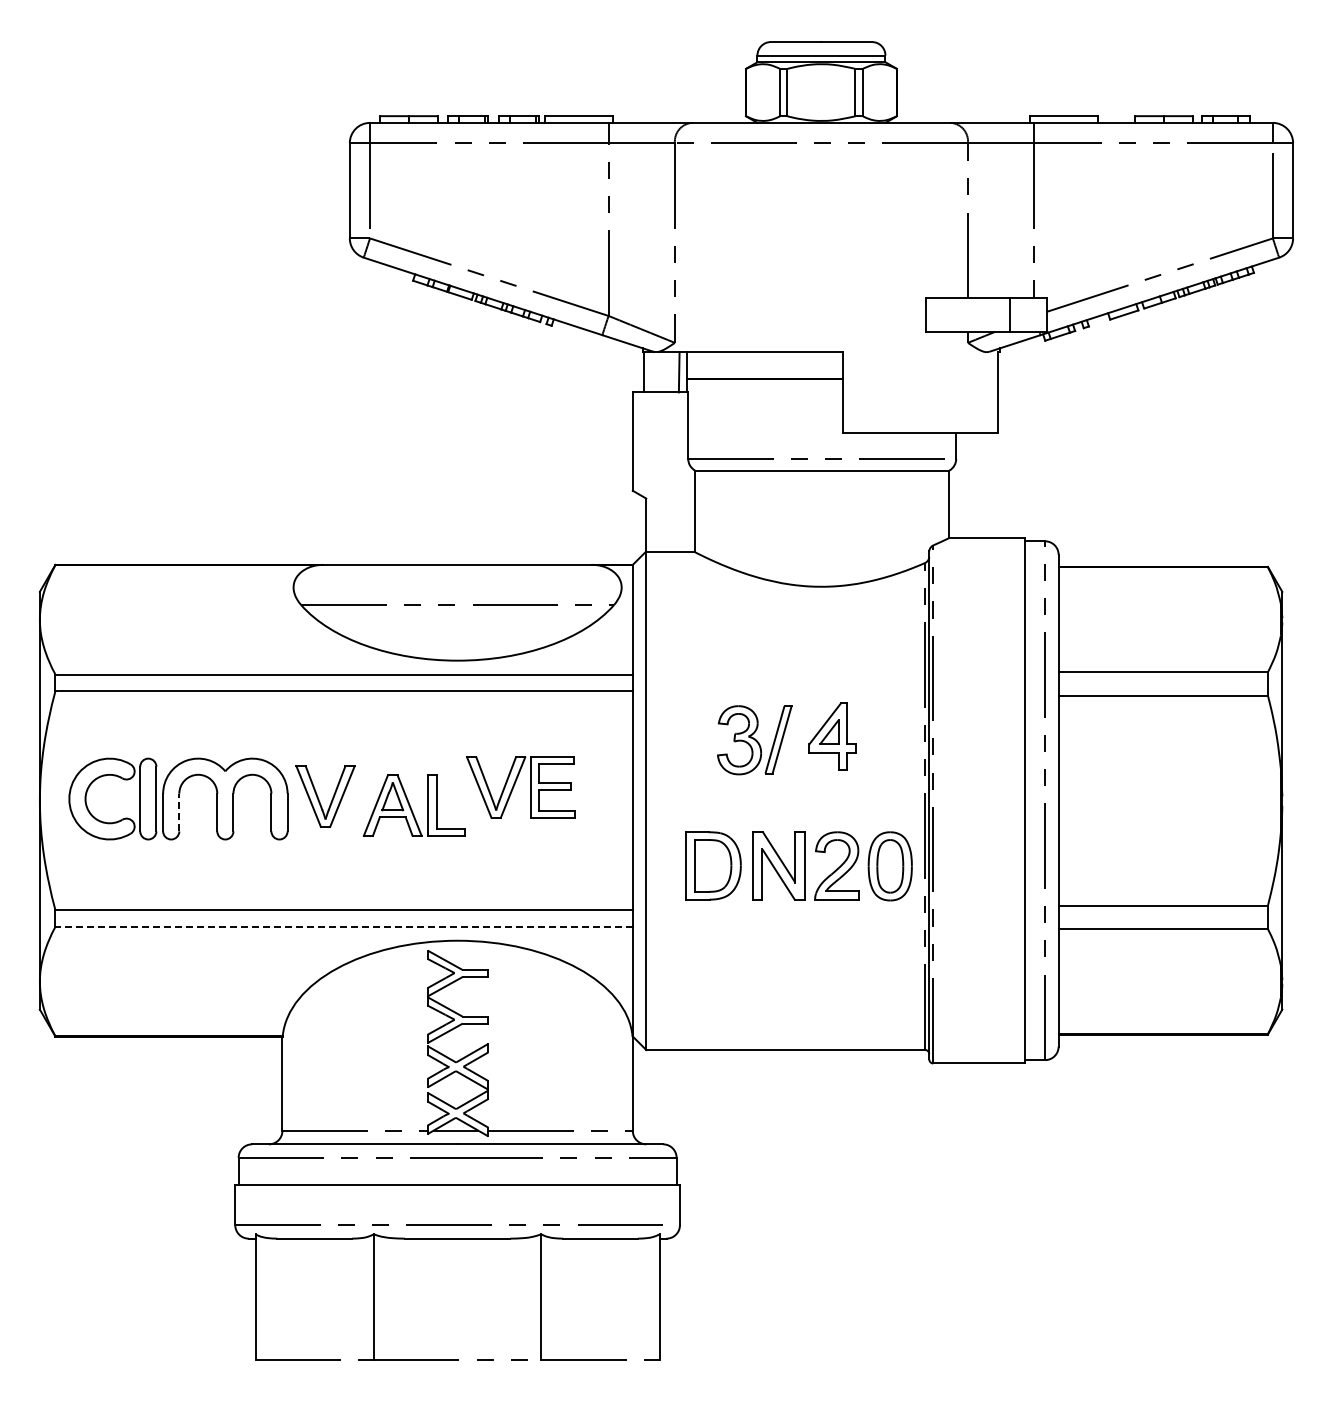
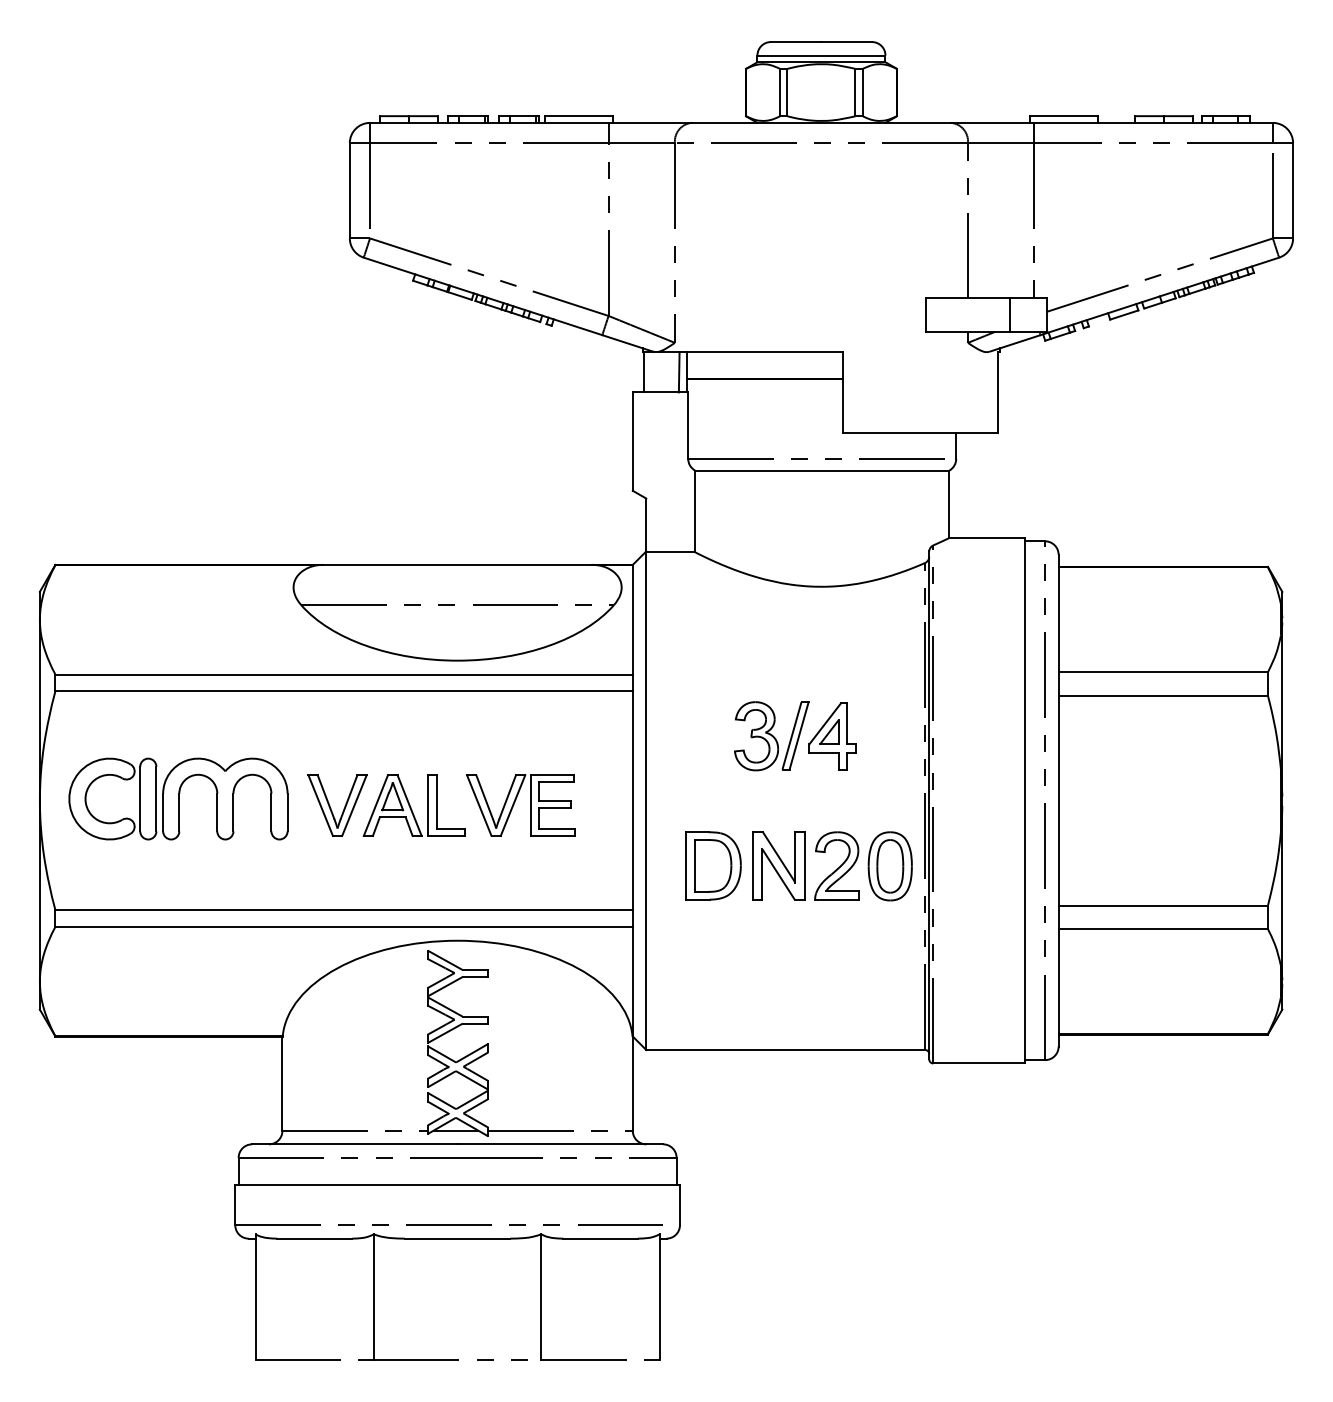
part at (754, 740) position: (754, 740) -> (771, 736)
part at (520, 787) position: (520, 787) -> (520, 805)
part at (319, 799) position: (319, 799) -> (331, 808)
line at (179, 812): dashed -> solid
line at (344, 926): dashed -> solid
